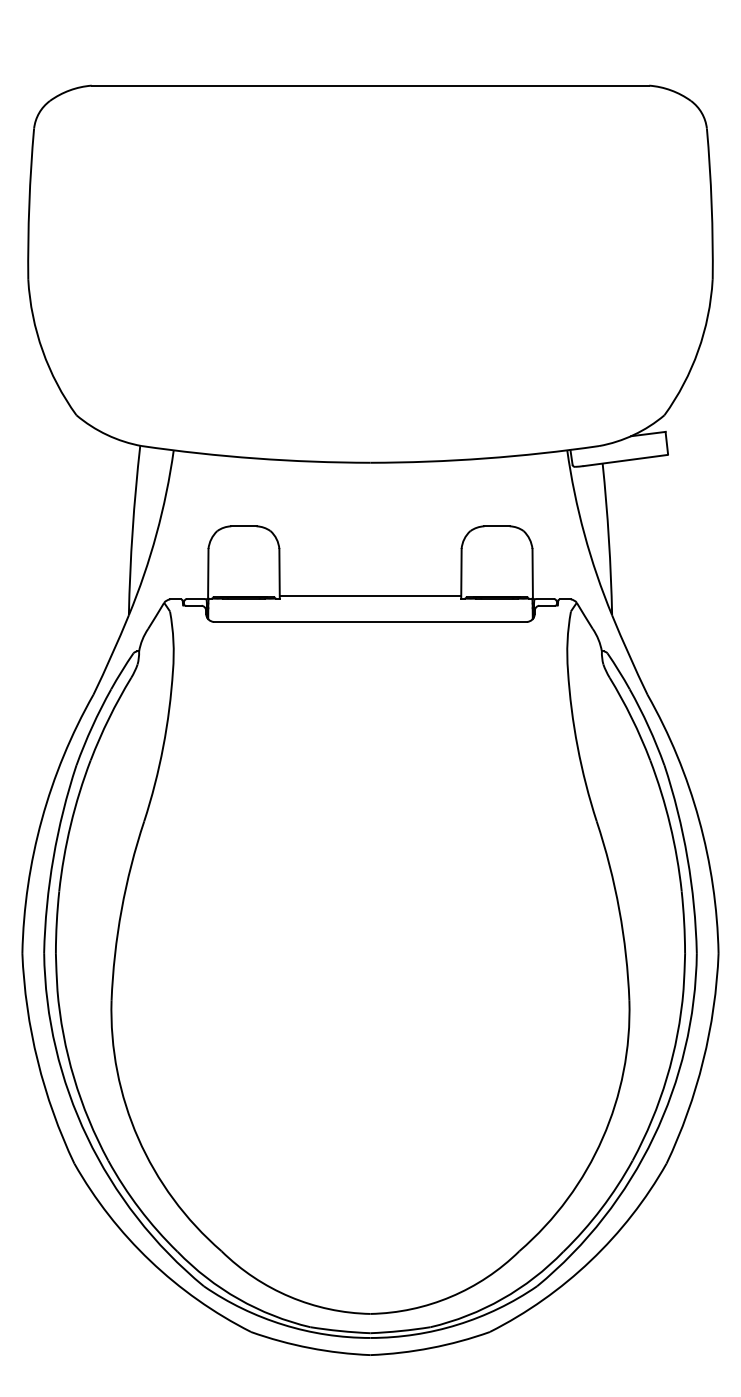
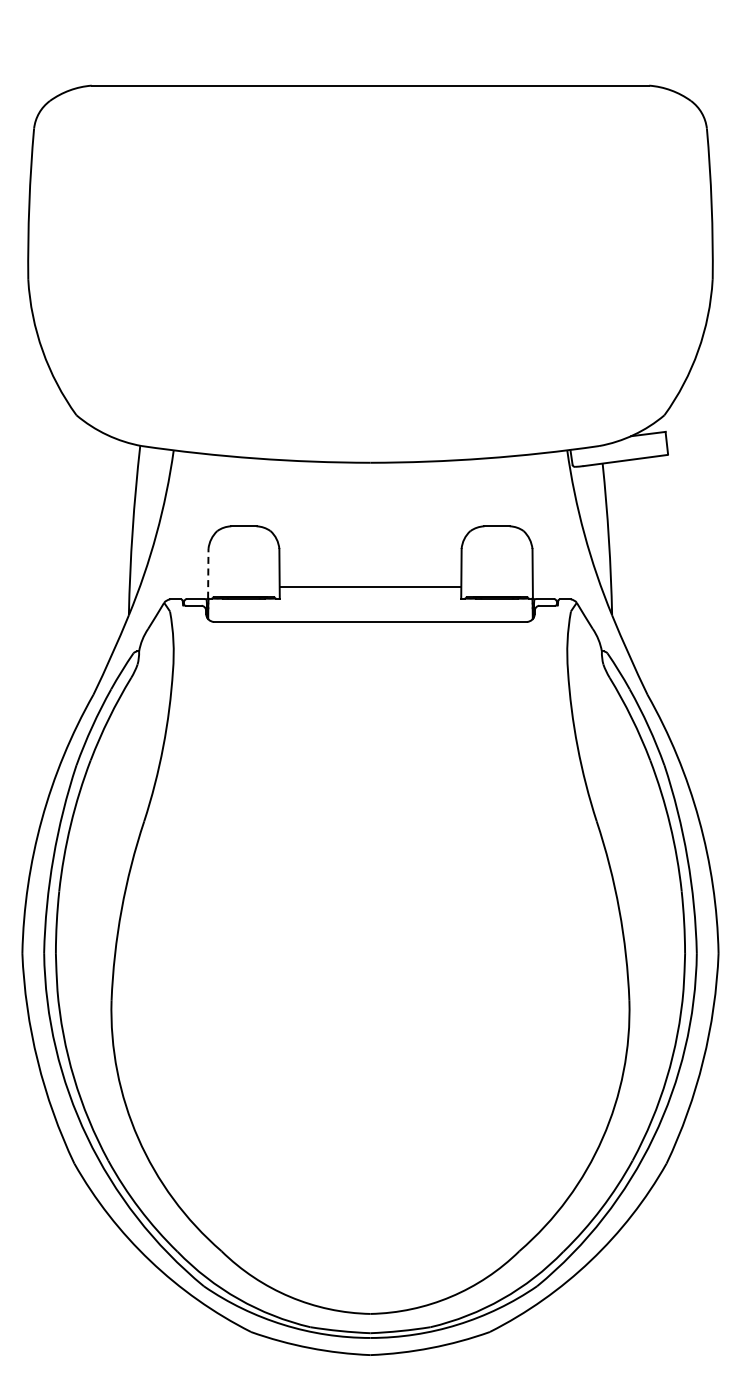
line at (208, 573): solid -> dashed
line at (370, 596) position: (370, 596) -> (370, 587)
